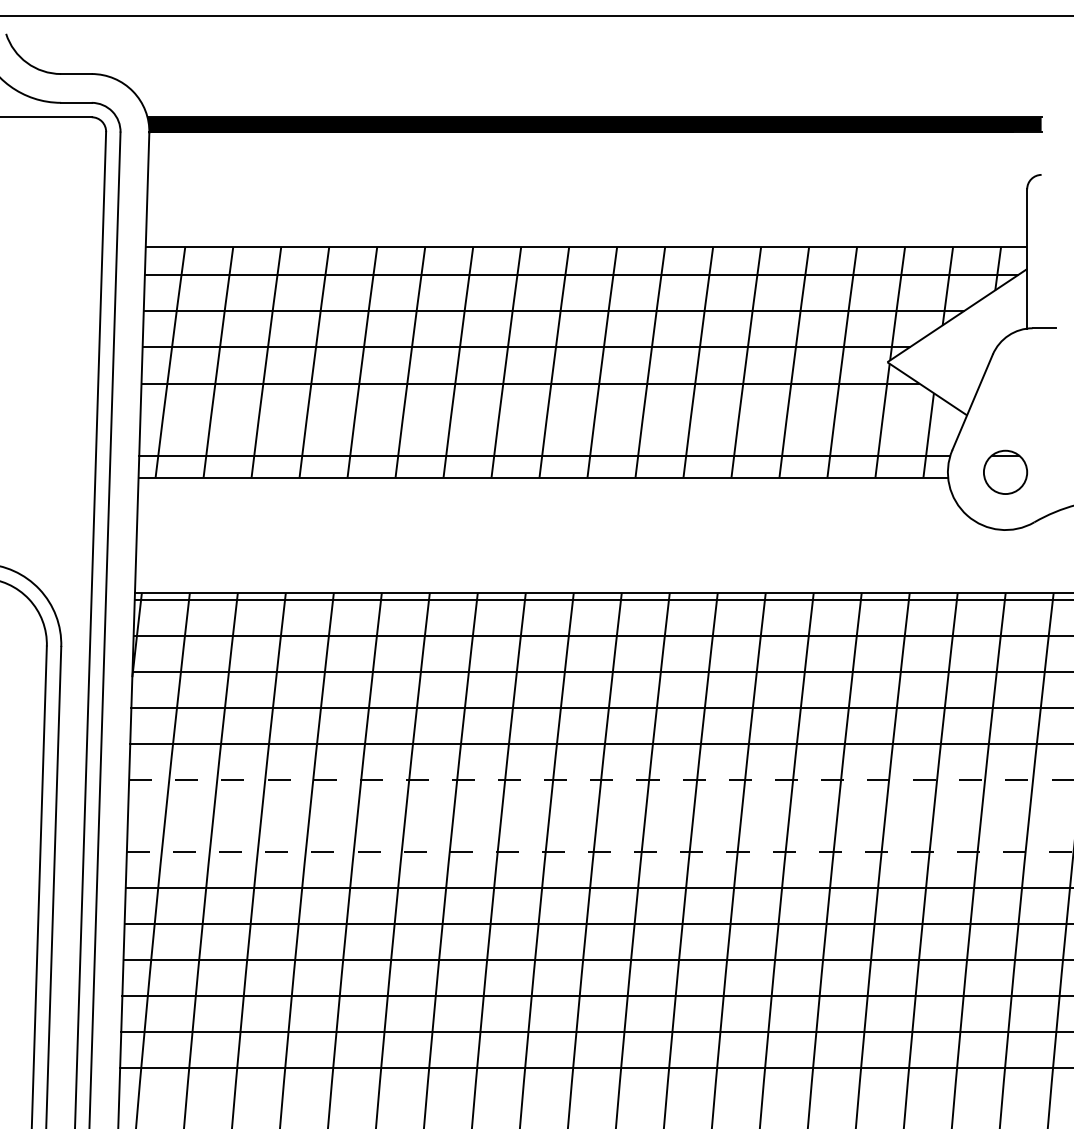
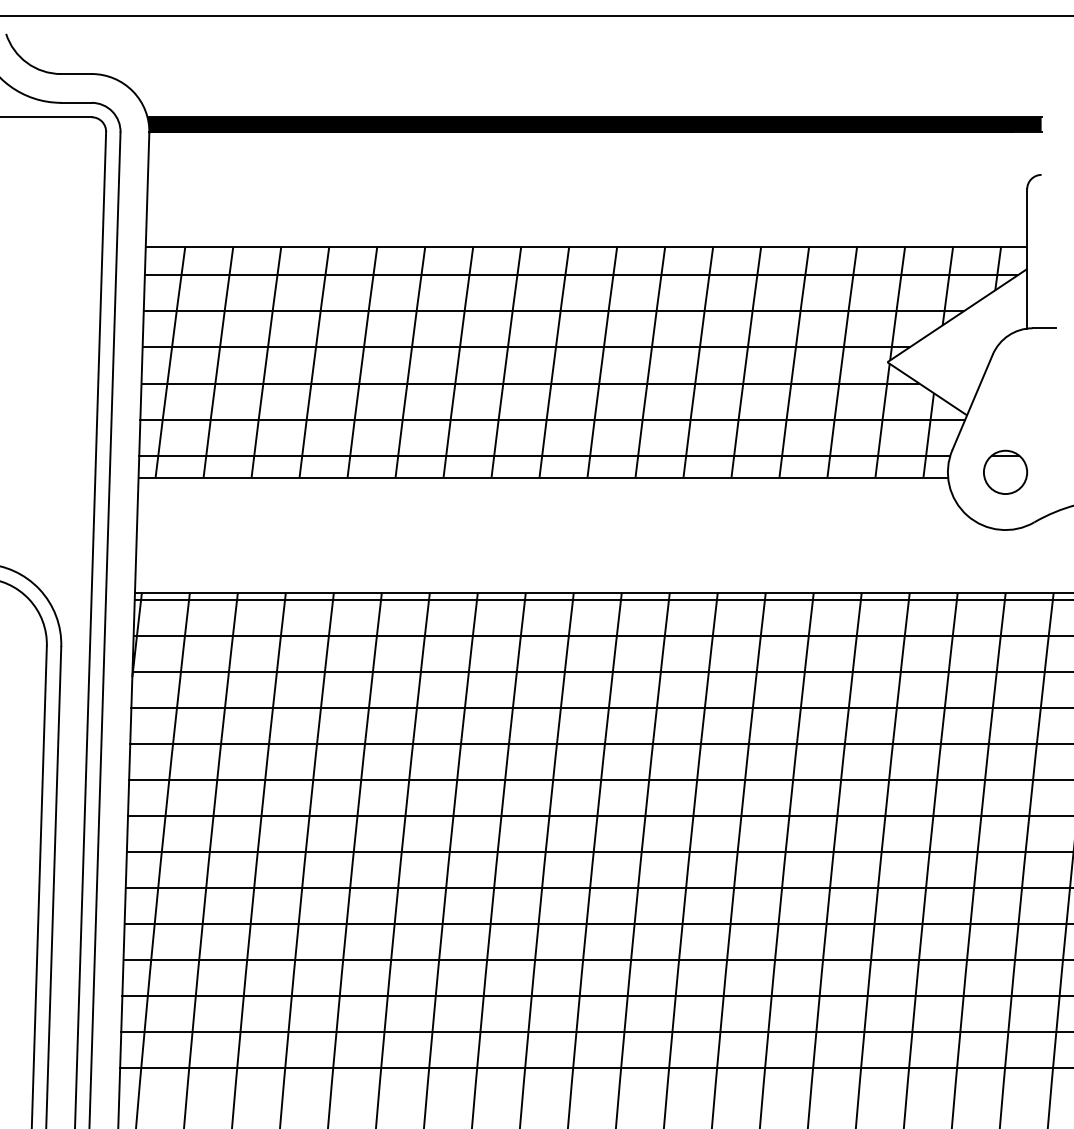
line at (552, 419): none -> present
line at (602, 779): dashed -> solid
line at (599, 815): none -> present
line at (600, 851): dashed -> solid
